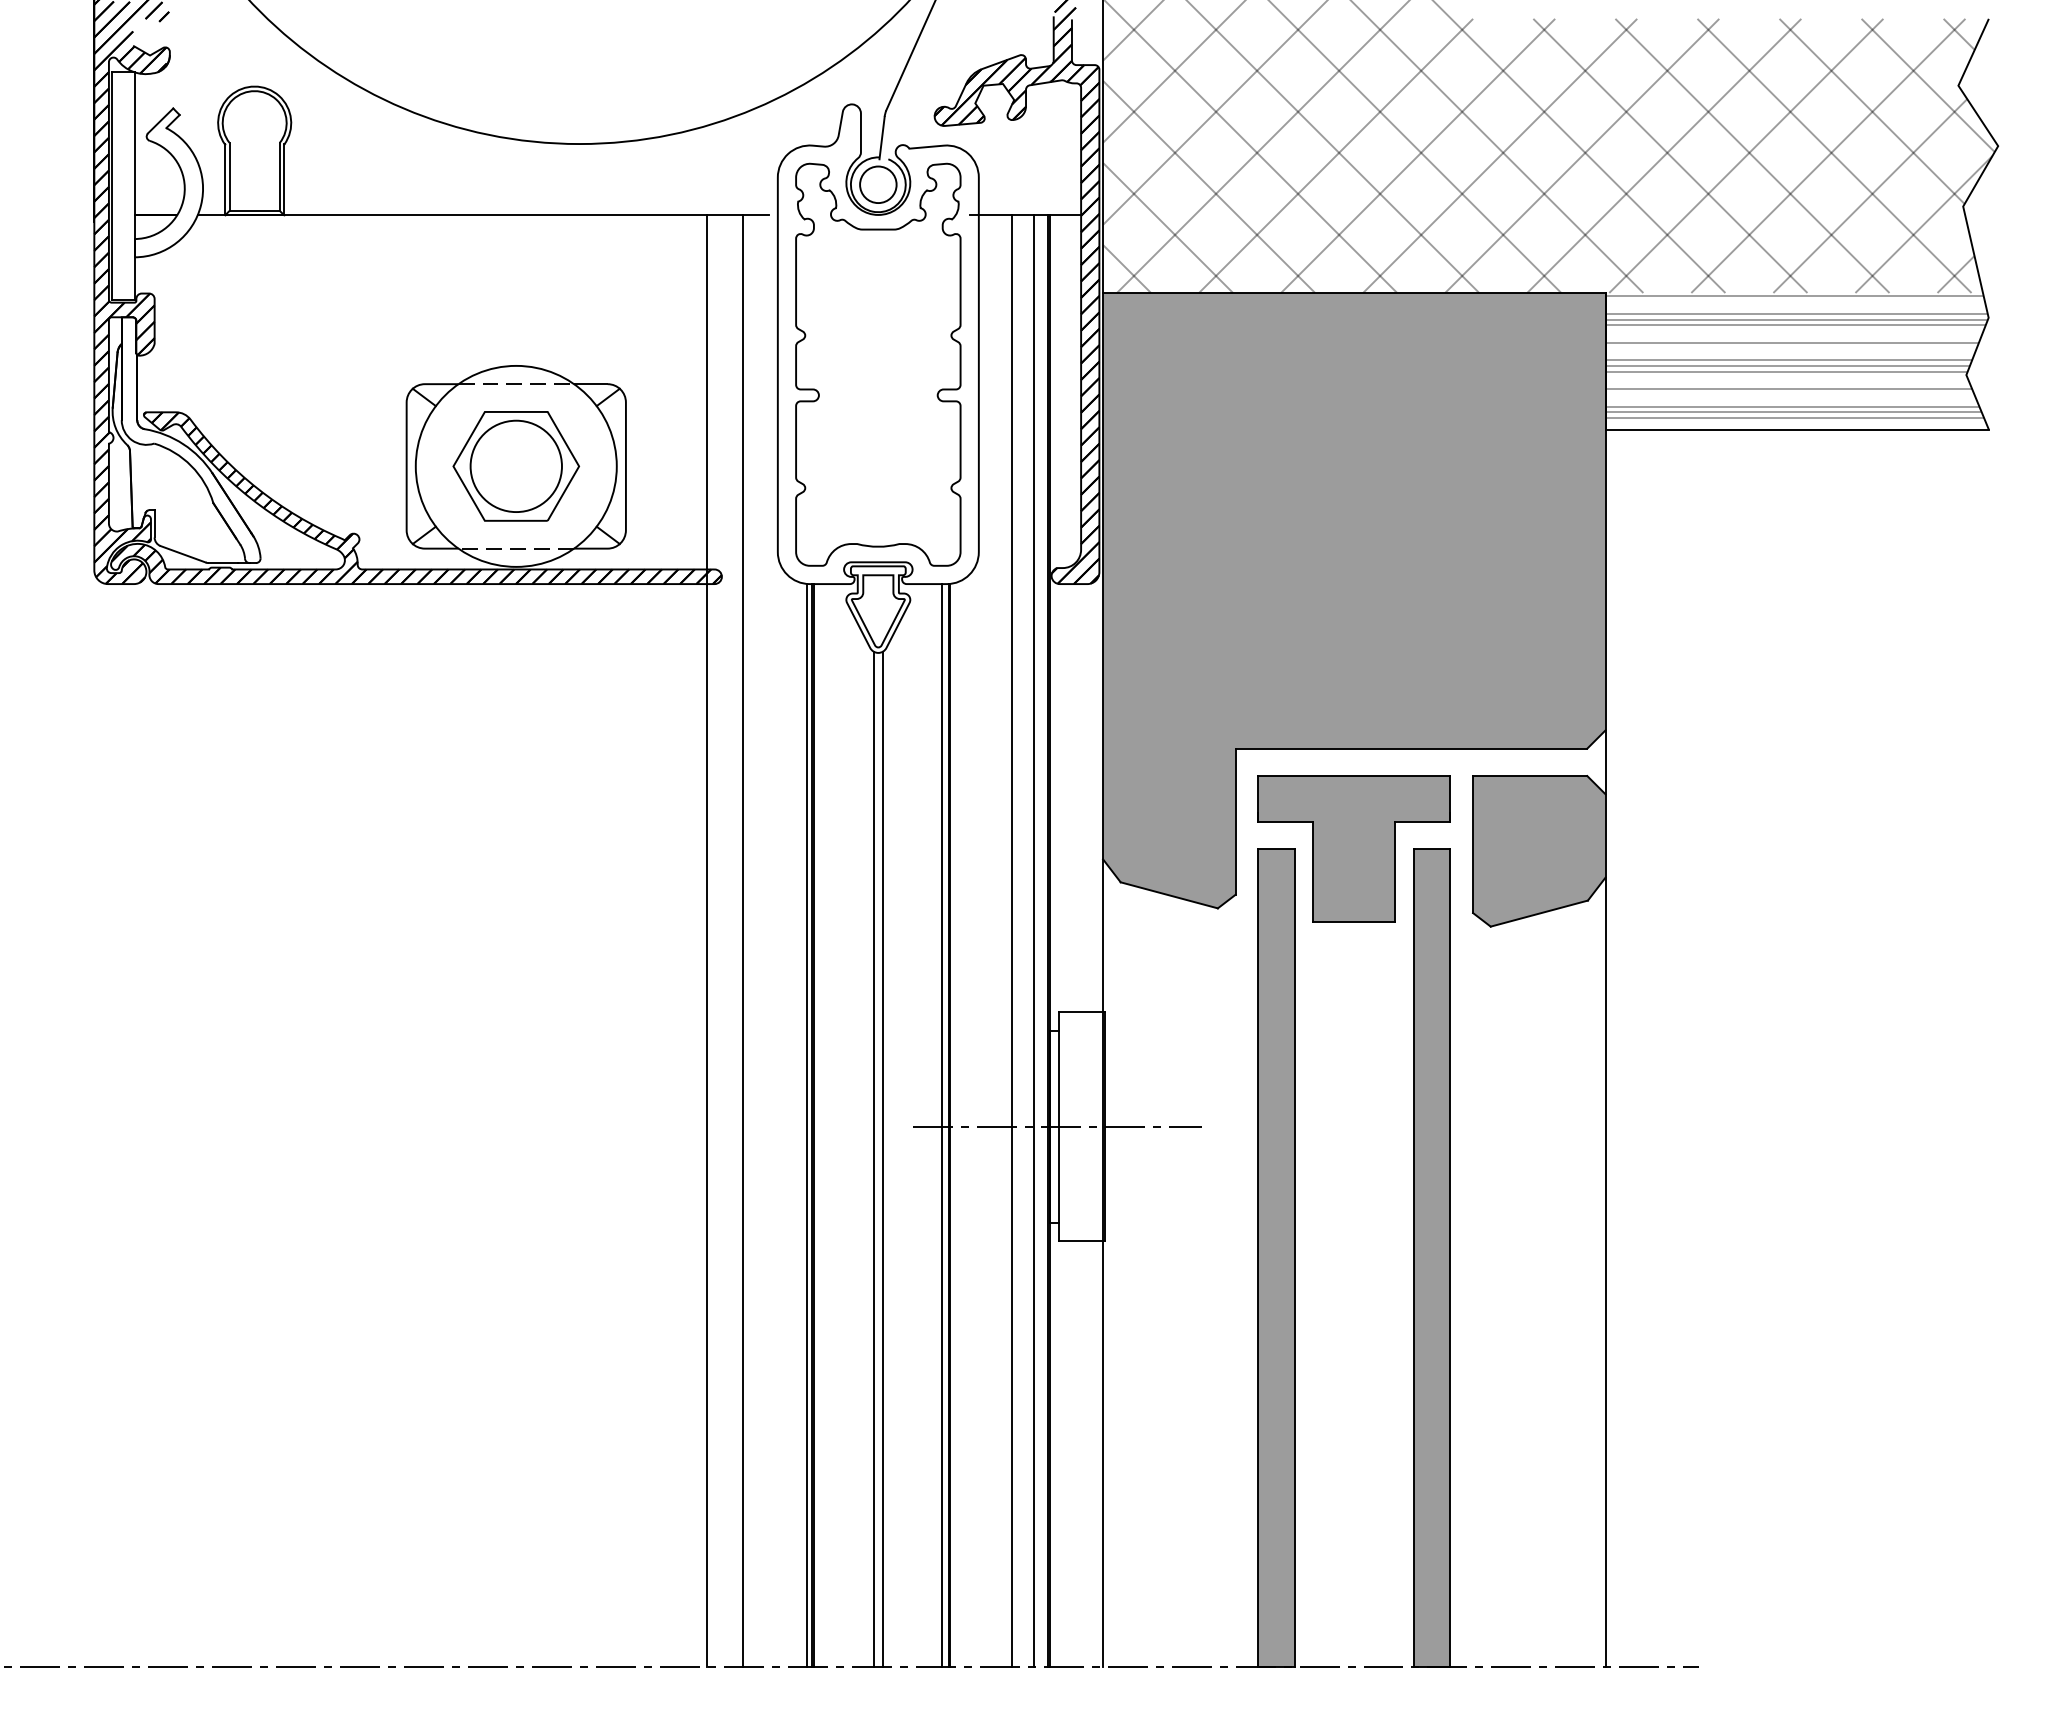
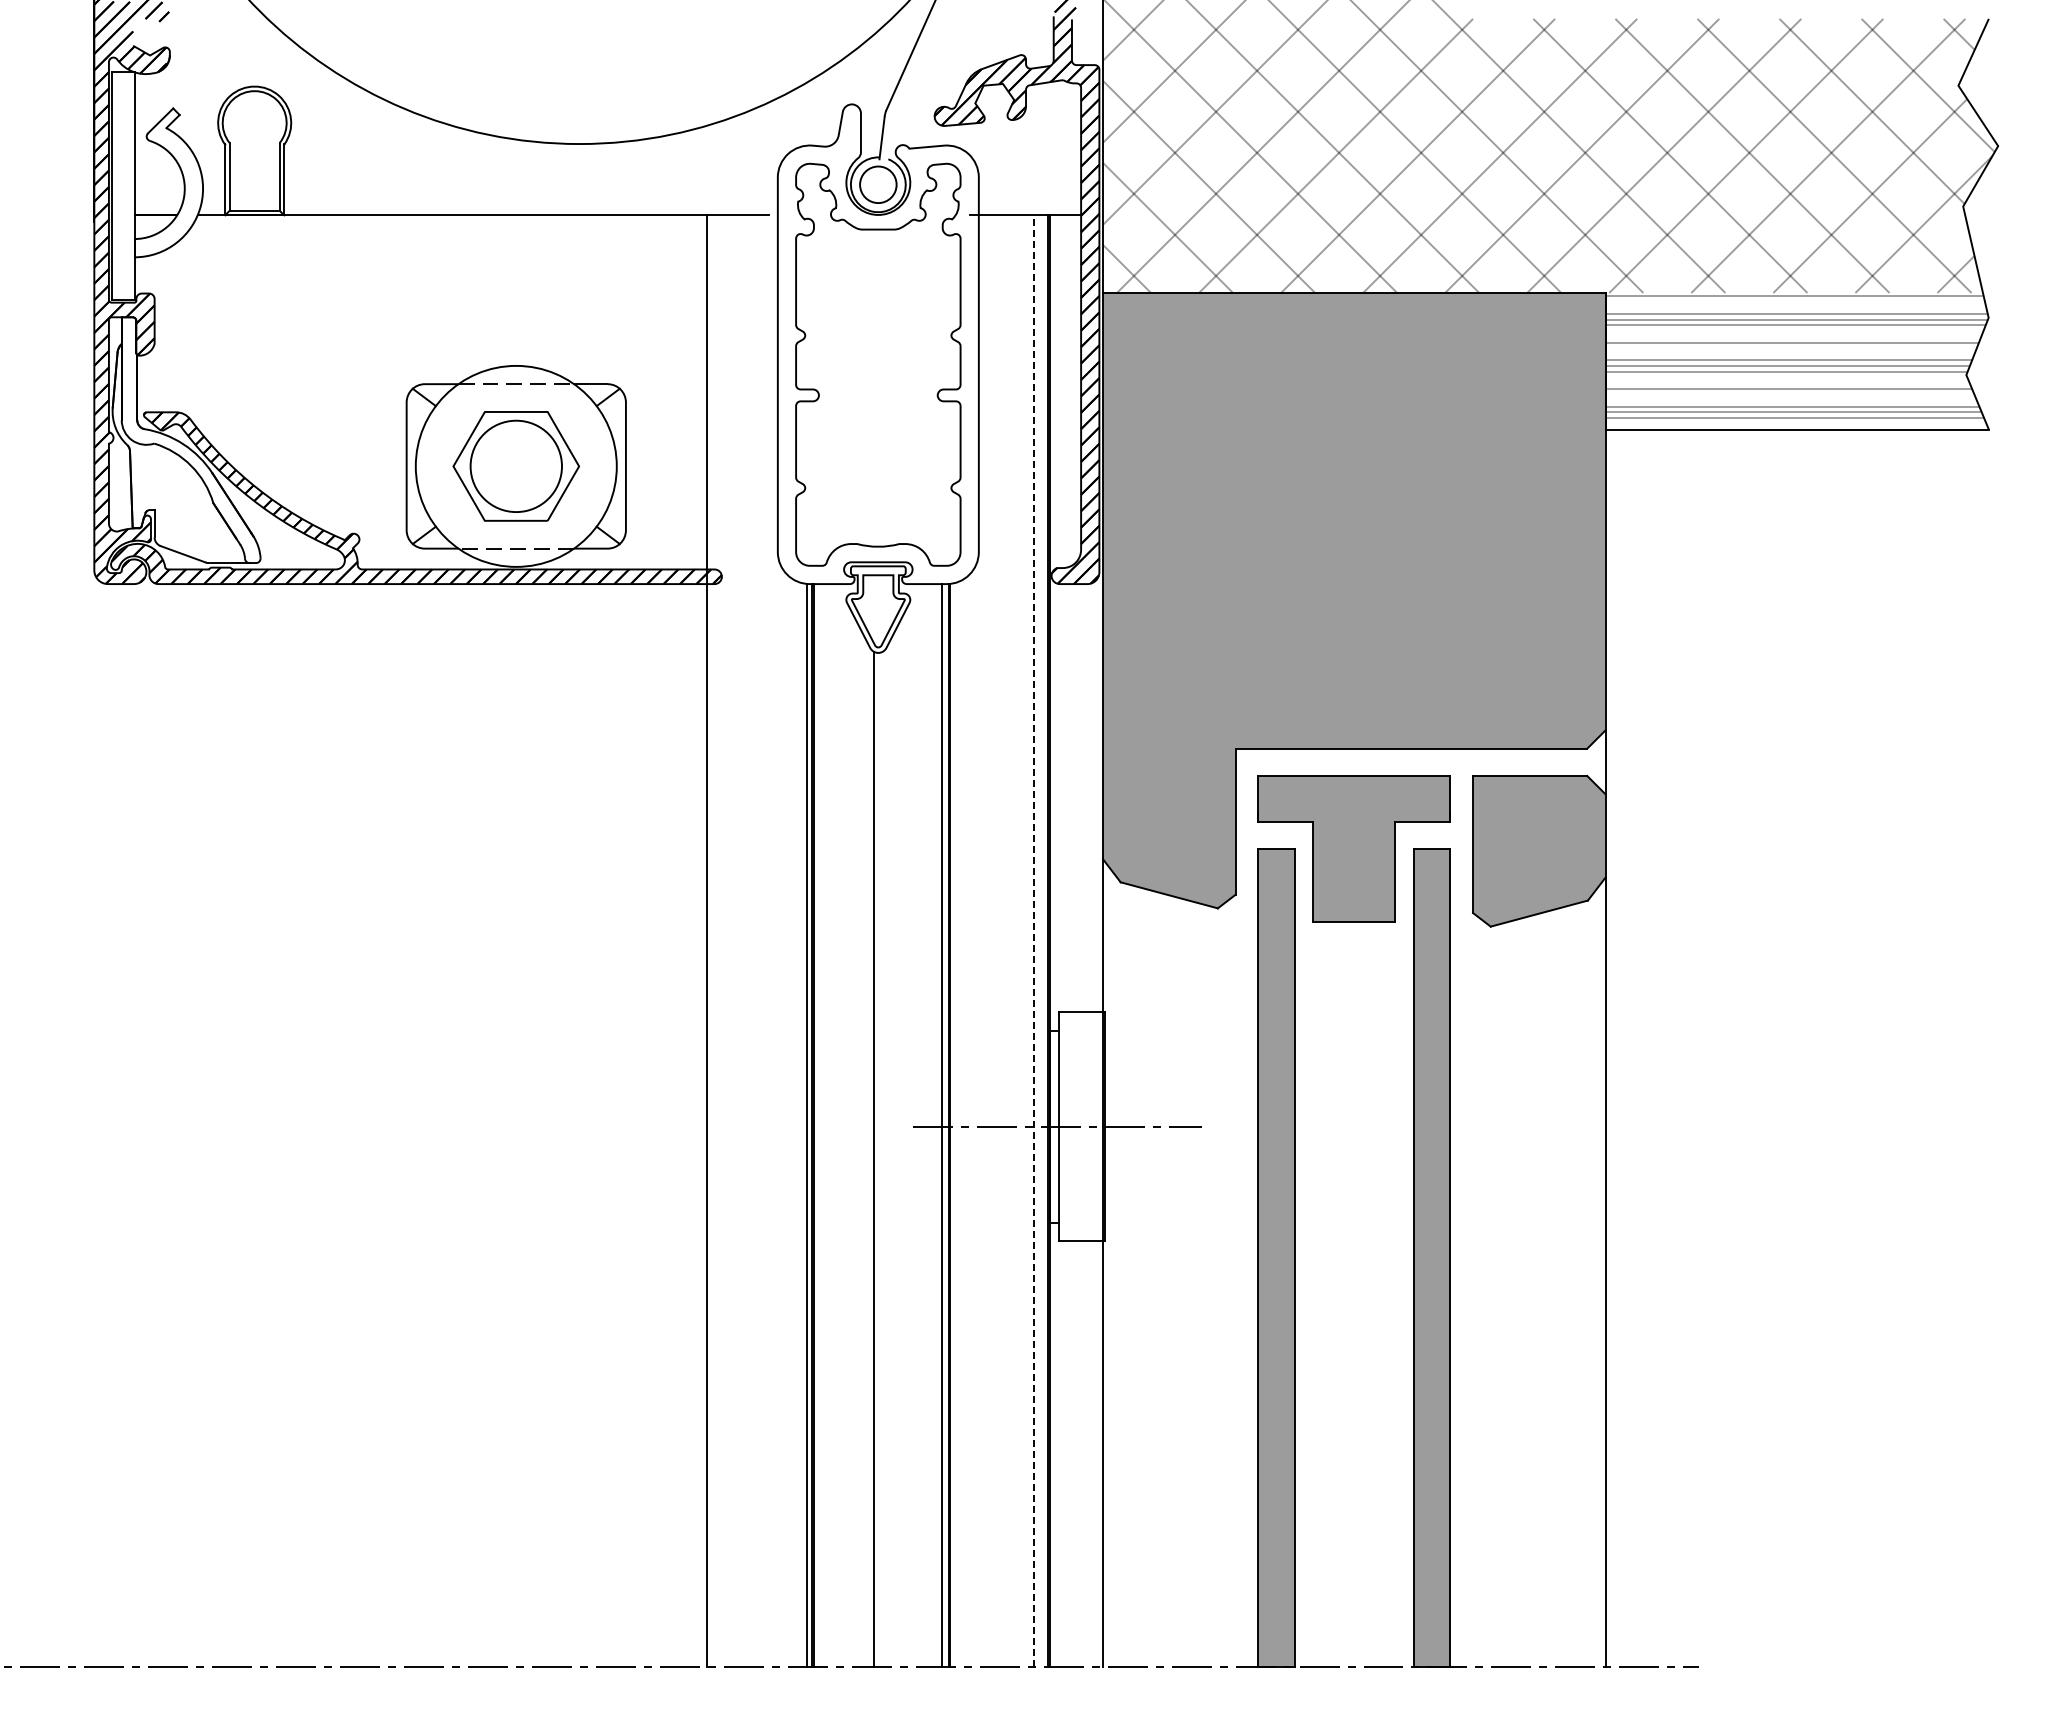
line at (743, 941): present -> none
line at (1011, 941): present -> none
line at (1034, 941): solid -> dashed
line at (882, 1159): present -> none
